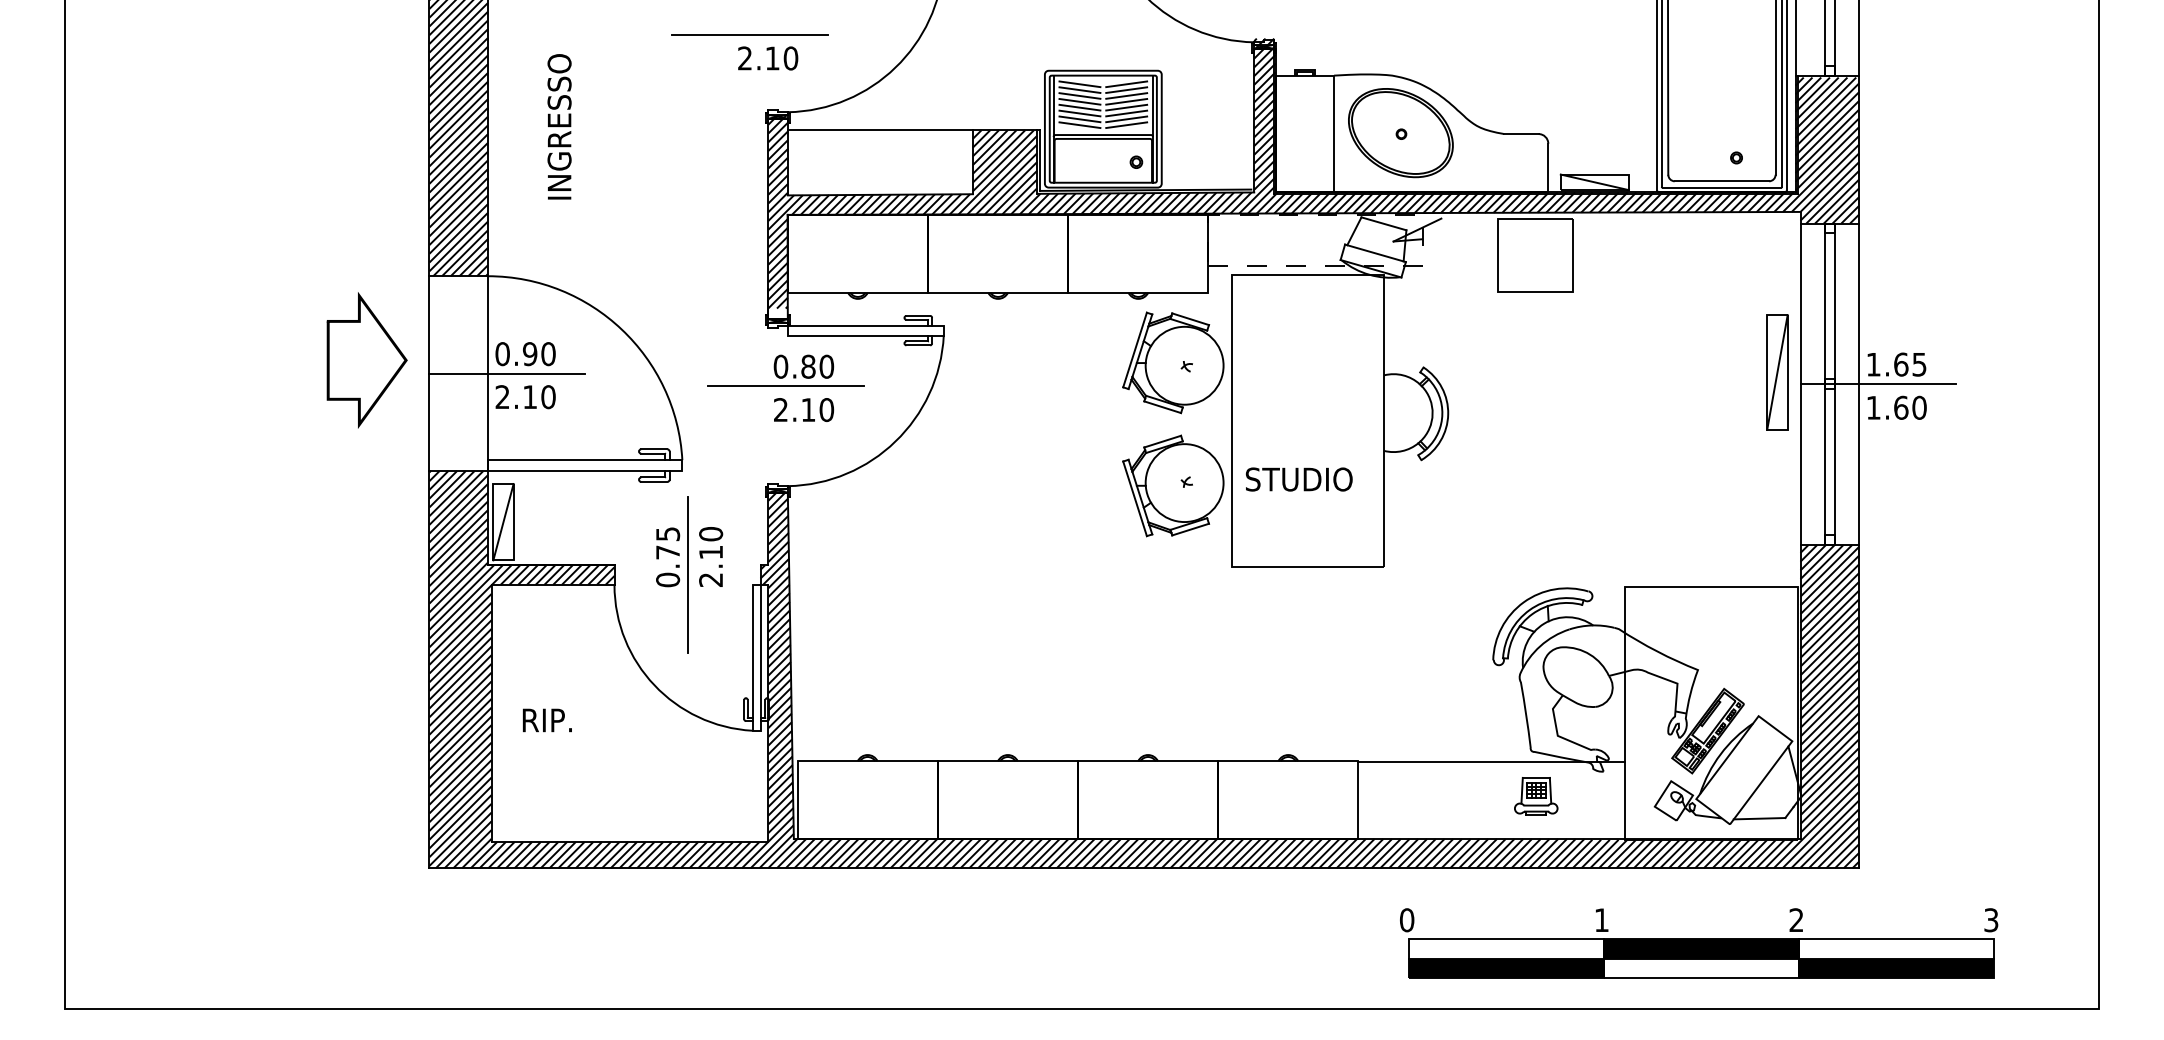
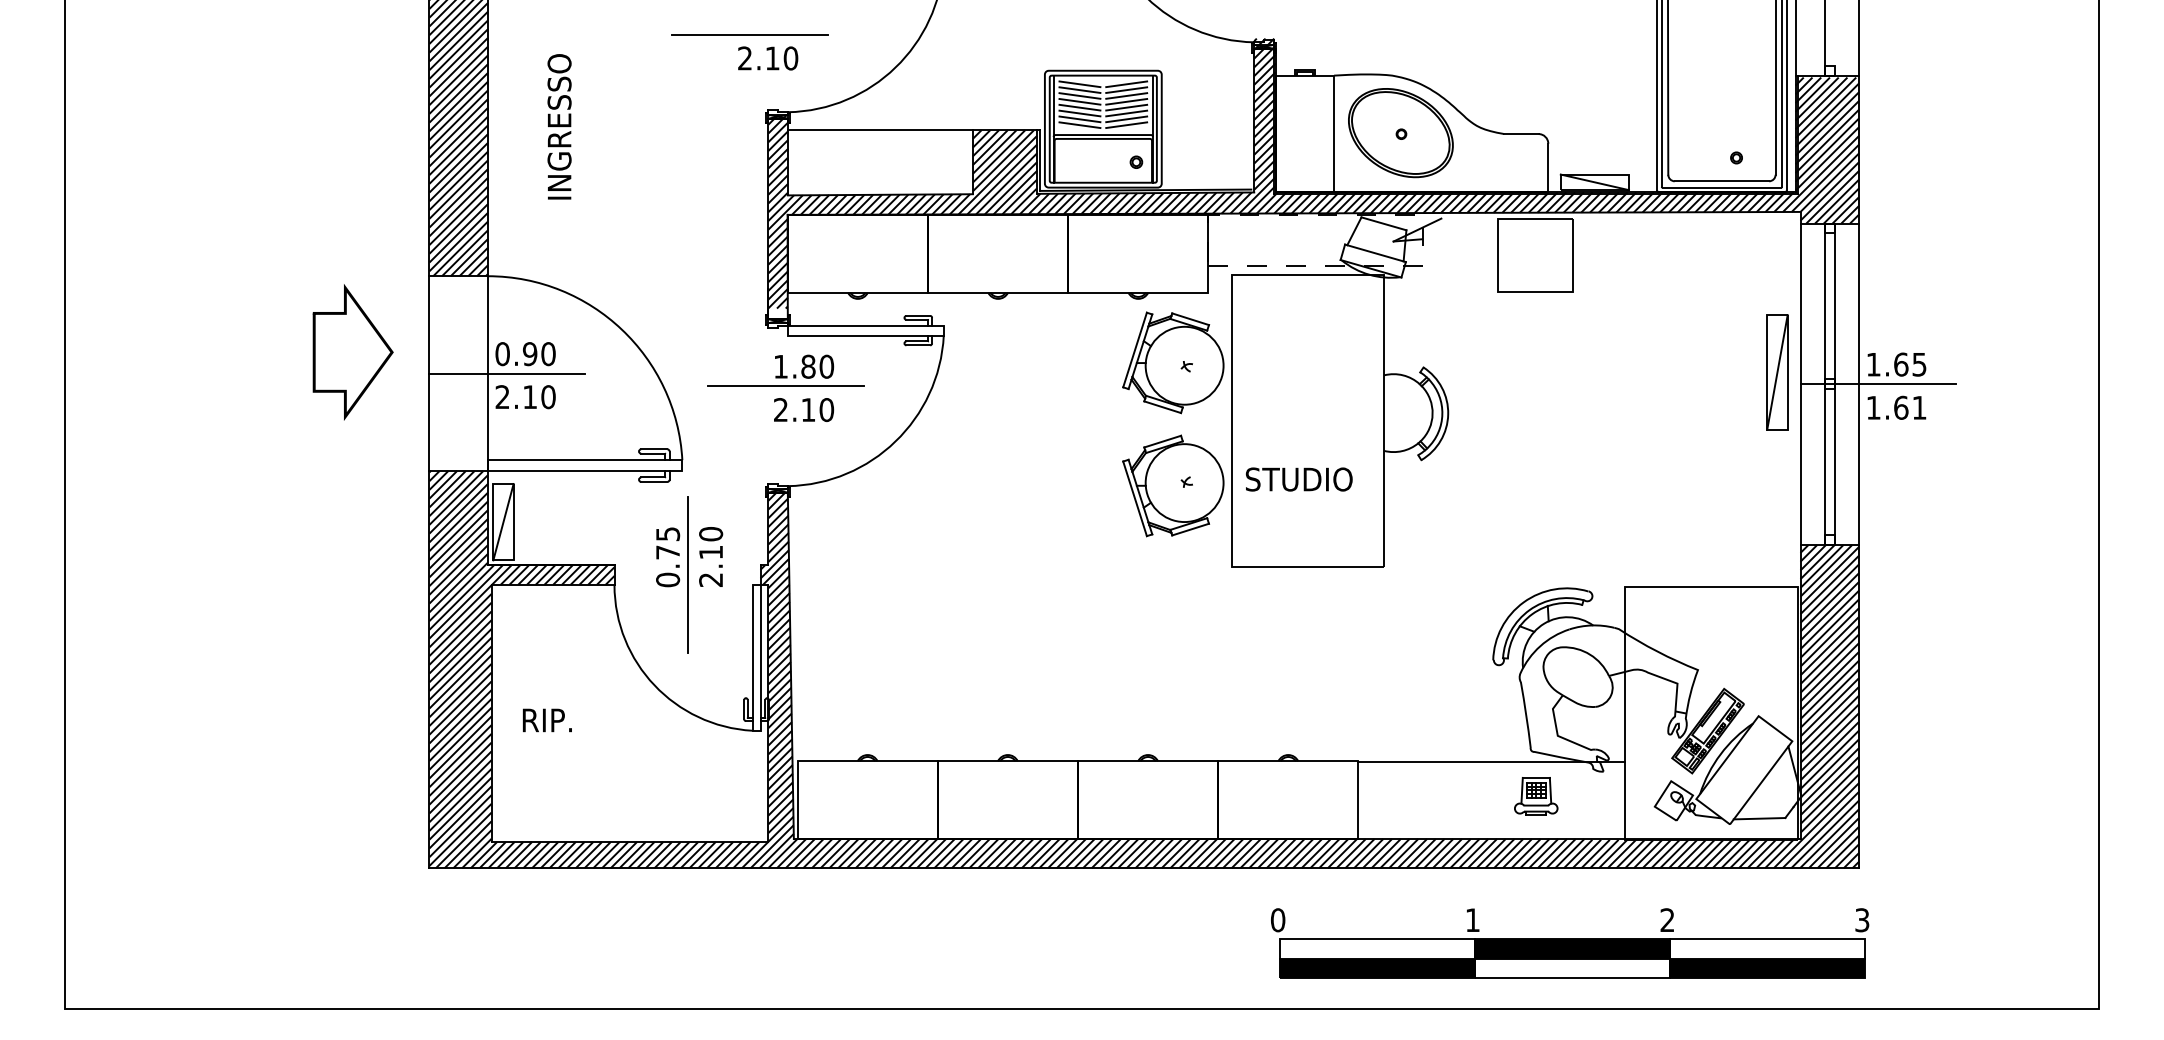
line at (1834, 38): present -> none
part at (366, 360) position: (366, 360) -> (352, 352)
text at (780, 366): 0.80 -> 1.80
text at (1919, 407): 1.60 -> 1.61
part at (1699, 943) position: (1699, 943) -> (1570, 943)
